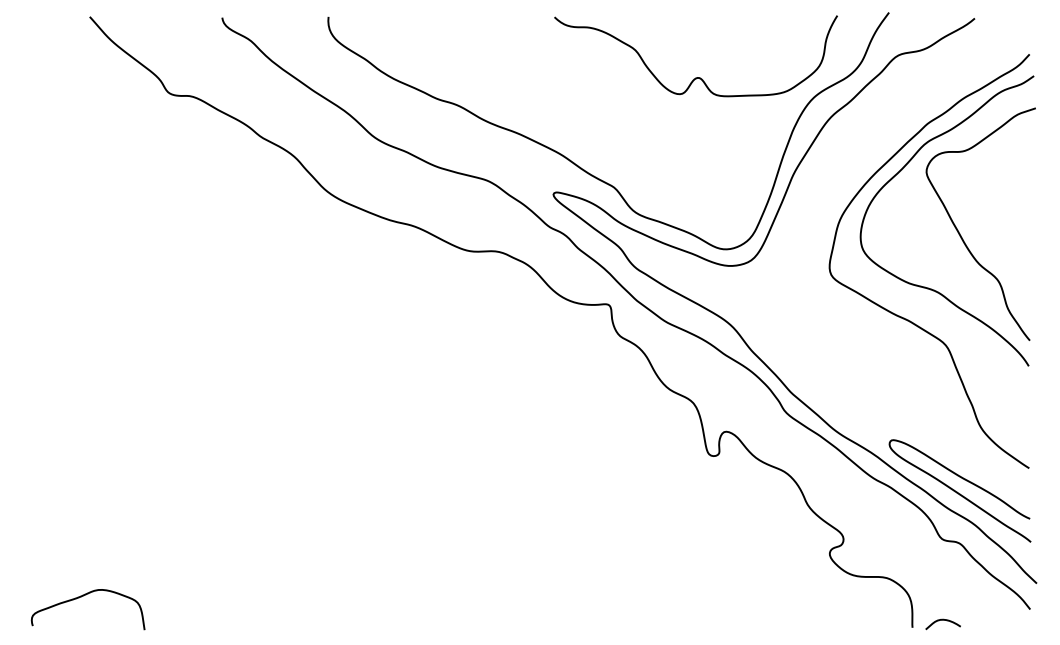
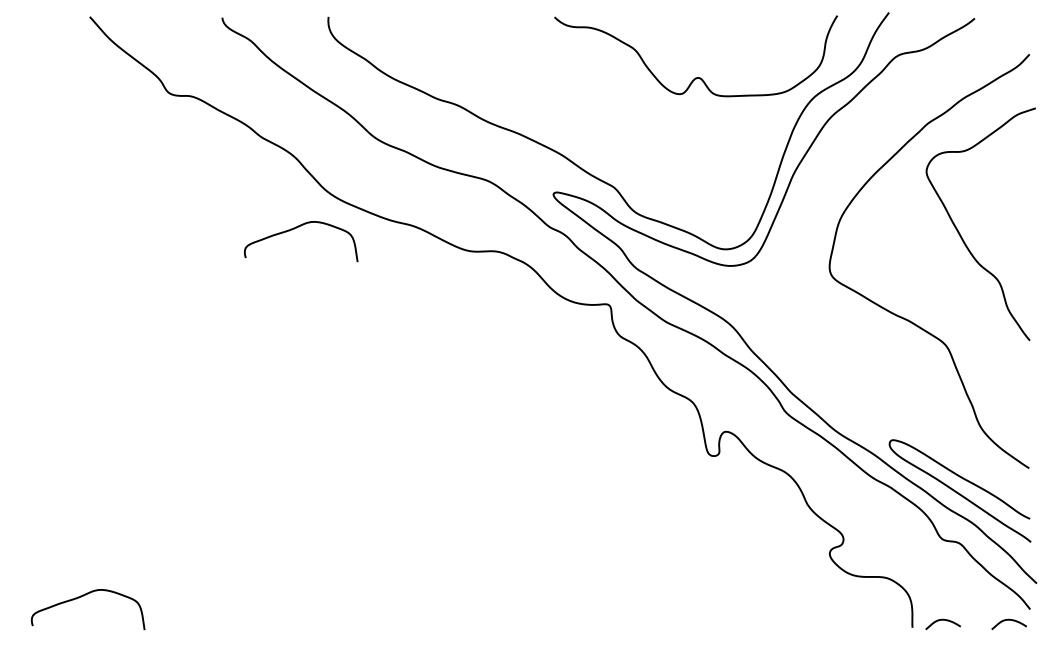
curve at (902, 170): present -> none
curve at (294, 229): none -> present
curve at (1008, 620): none -> present
